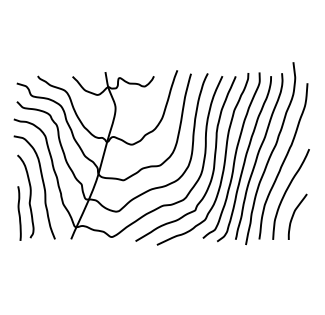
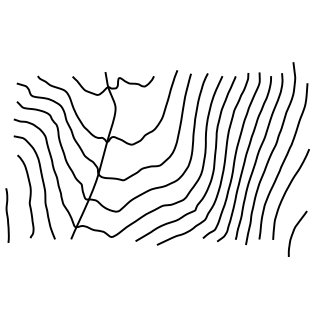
curve at (19, 213) position: (19, 213) -> (7, 215)
curve at (294, 214) position: (294, 214) -> (294, 231)
